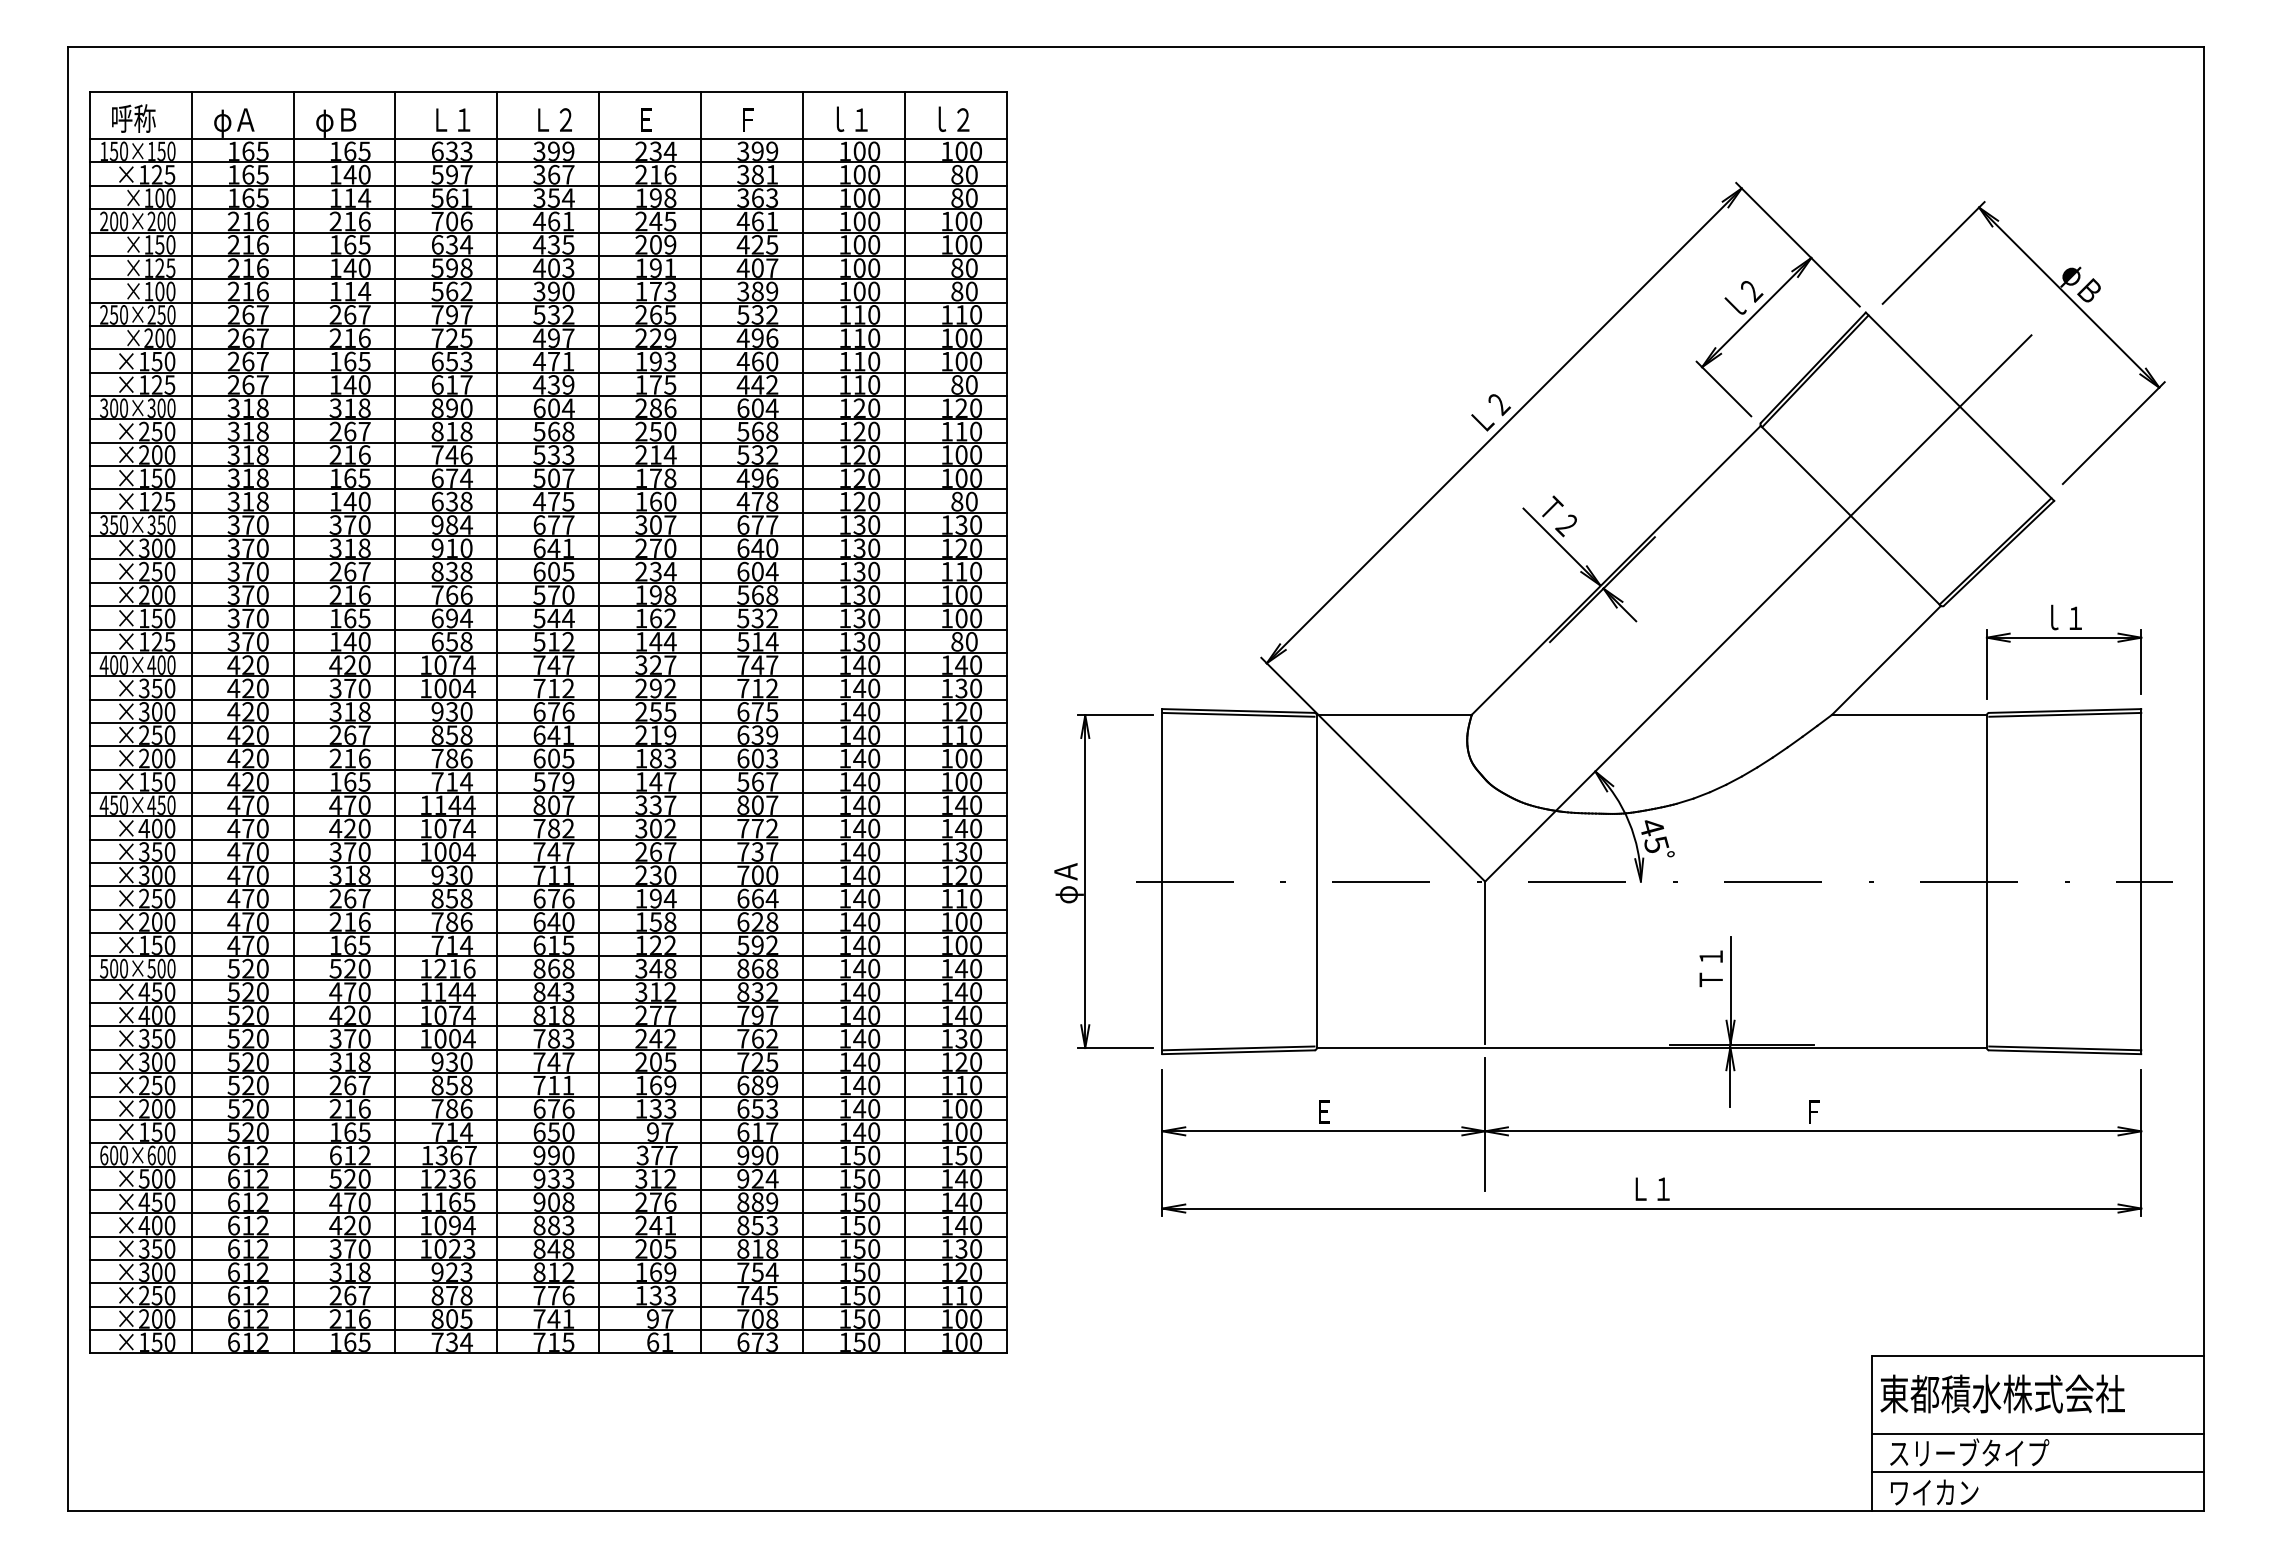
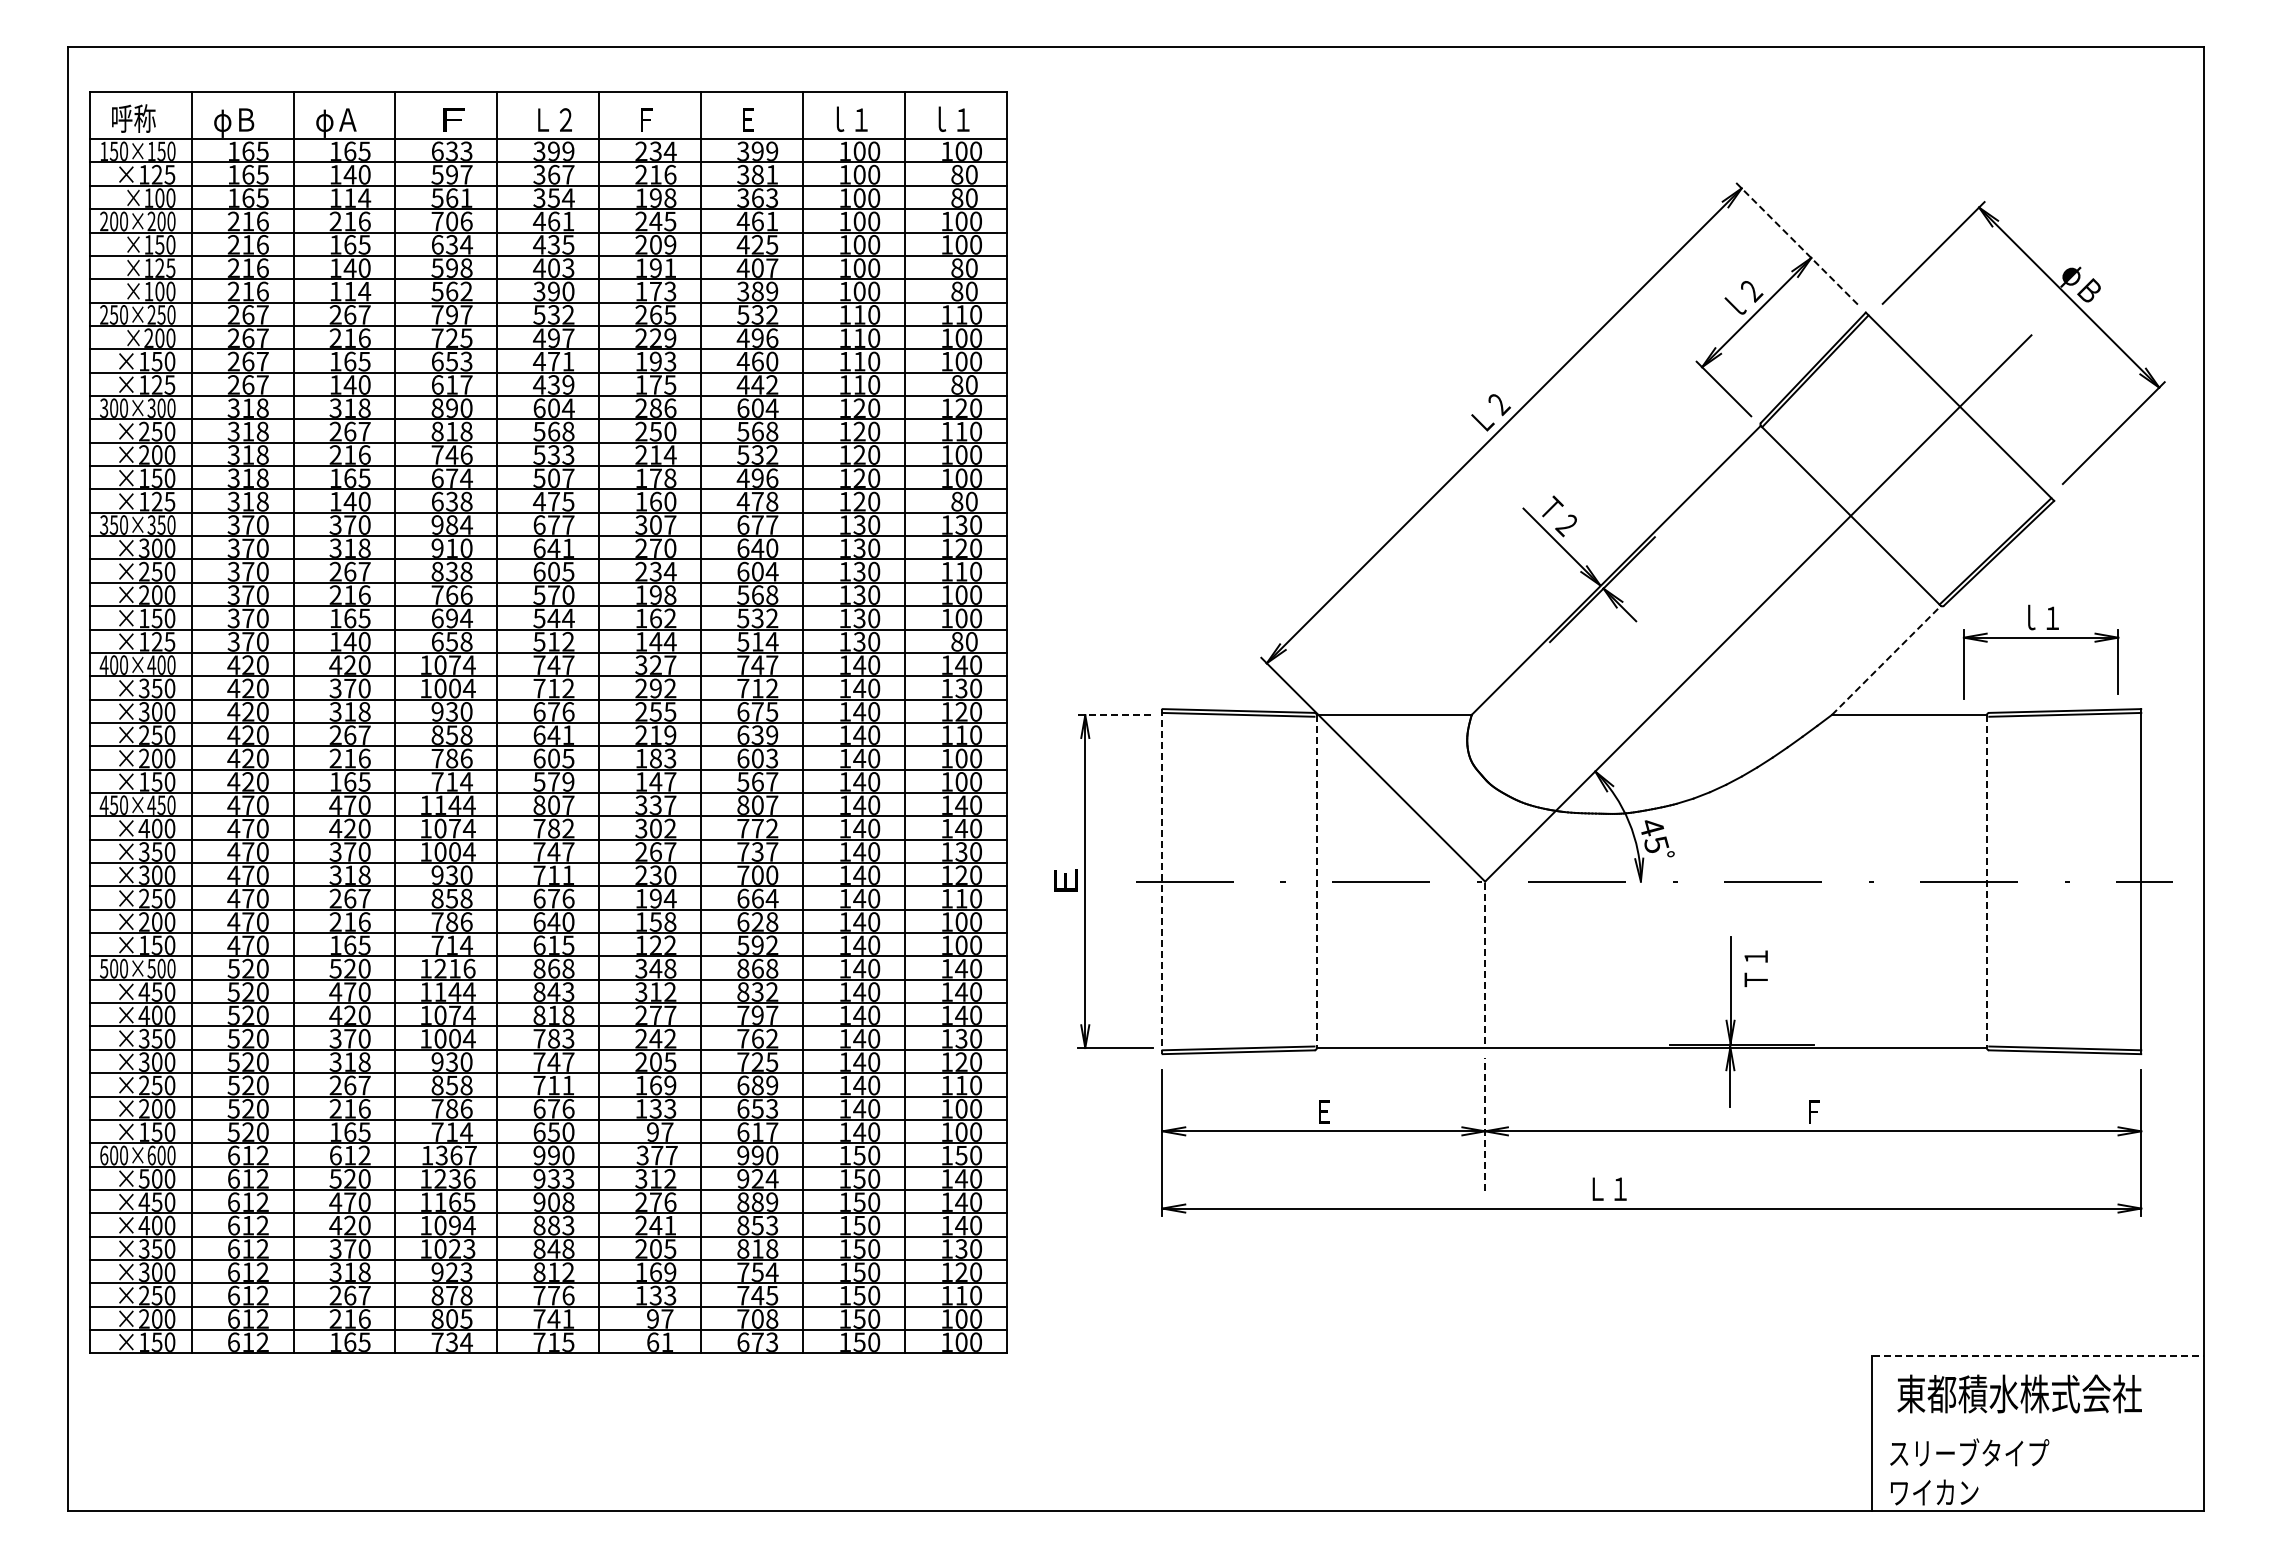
text at (962, 118): ｌ２ -> ｌ１
text at (245, 119): φＡ -> φＢ
text at (347, 119): φＢ -> φＡ
text at (453, 119): Ｌ１ -> Ｆ
text at (647, 119): Ｅ -> Ｆ
text at (749, 124): Ｆ -> Ｅ
line at (1798, 245): solid -> dashed
part at (2063, 638) position: (2063, 638) -> (2040, 638)
line at (1886, 660): solid -> dashed
line at (1115, 715): solid -> dashed
line at (1162, 881): solid -> dashed
line at (1316, 882): solid -> dashed
line at (1986, 882): solid -> dashed
text at (1068, 883): φＡ -> Ｅ
line at (1485, 962): solid -> dashed
text at (1710, 968) position: (1710, 968) -> (1755, 968)
line at (1485, 1124): solid -> dashed
text at (1652, 1188) position: (1652, 1188) -> (1609, 1188)
line at (2038, 1356): solid -> dashed
text at (2002, 1393) position: (2002, 1393) -> (2019, 1393)
line at (2037, 1433): present -> none
line at (2037, 1472): present -> none
